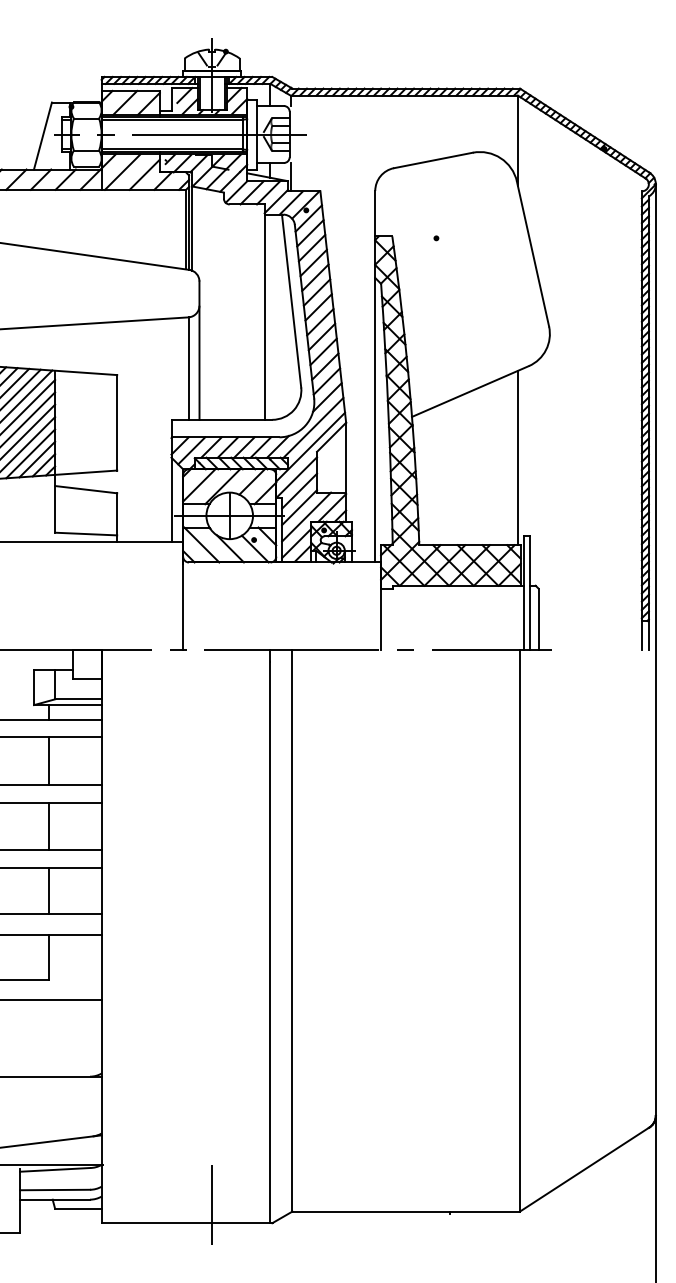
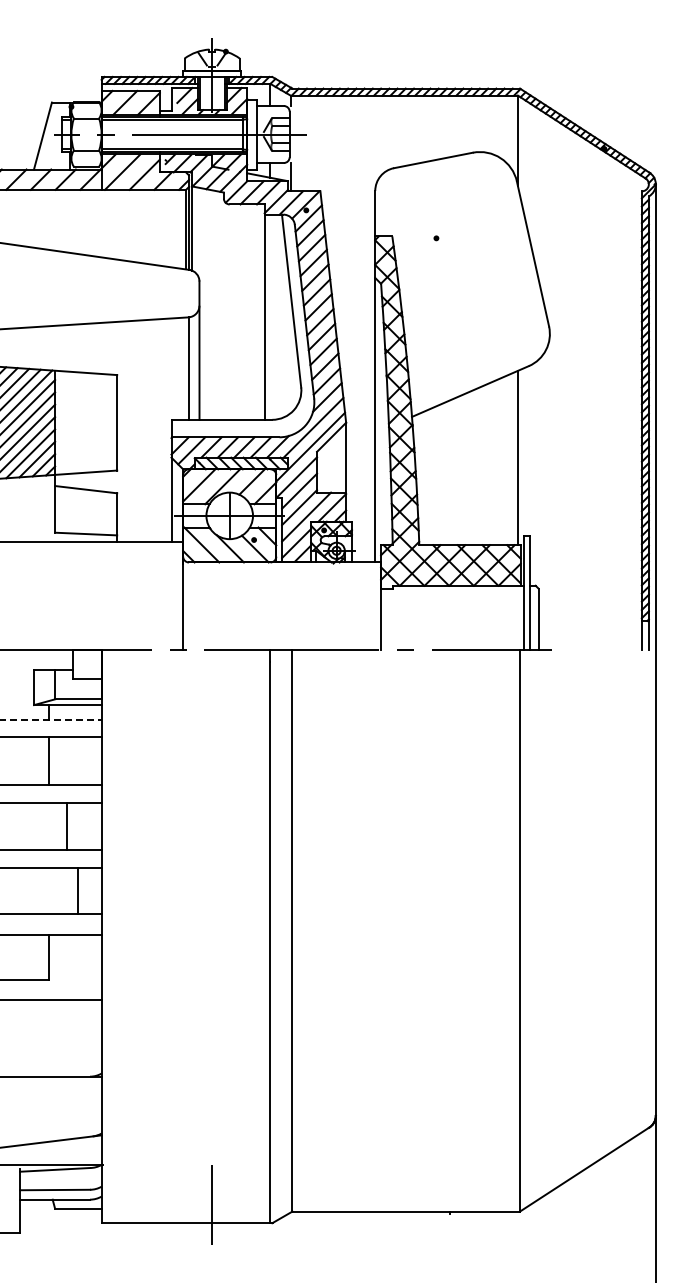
line at (51, 720): solid -> dashed
line at (49, 825) position: (49, 825) -> (67, 825)
line at (49, 891) position: (49, 891) -> (78, 891)
